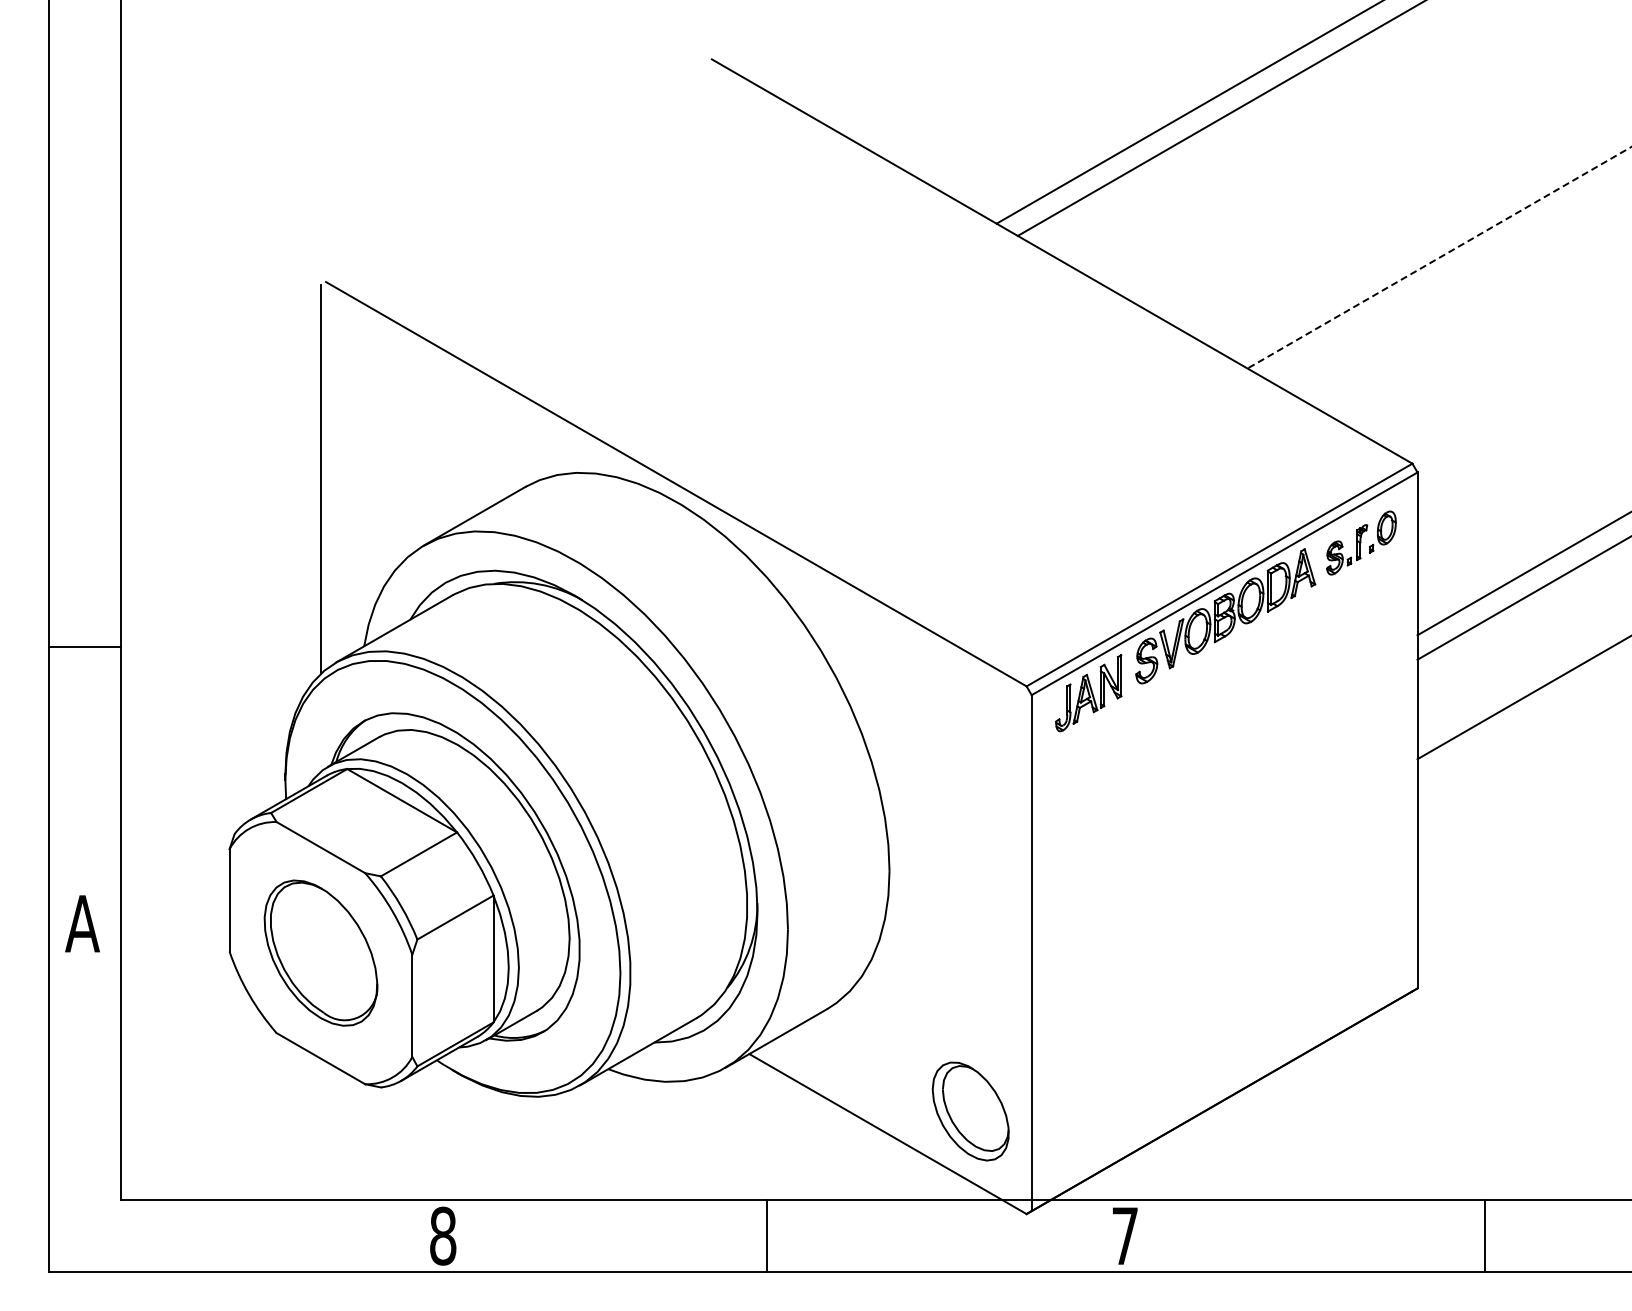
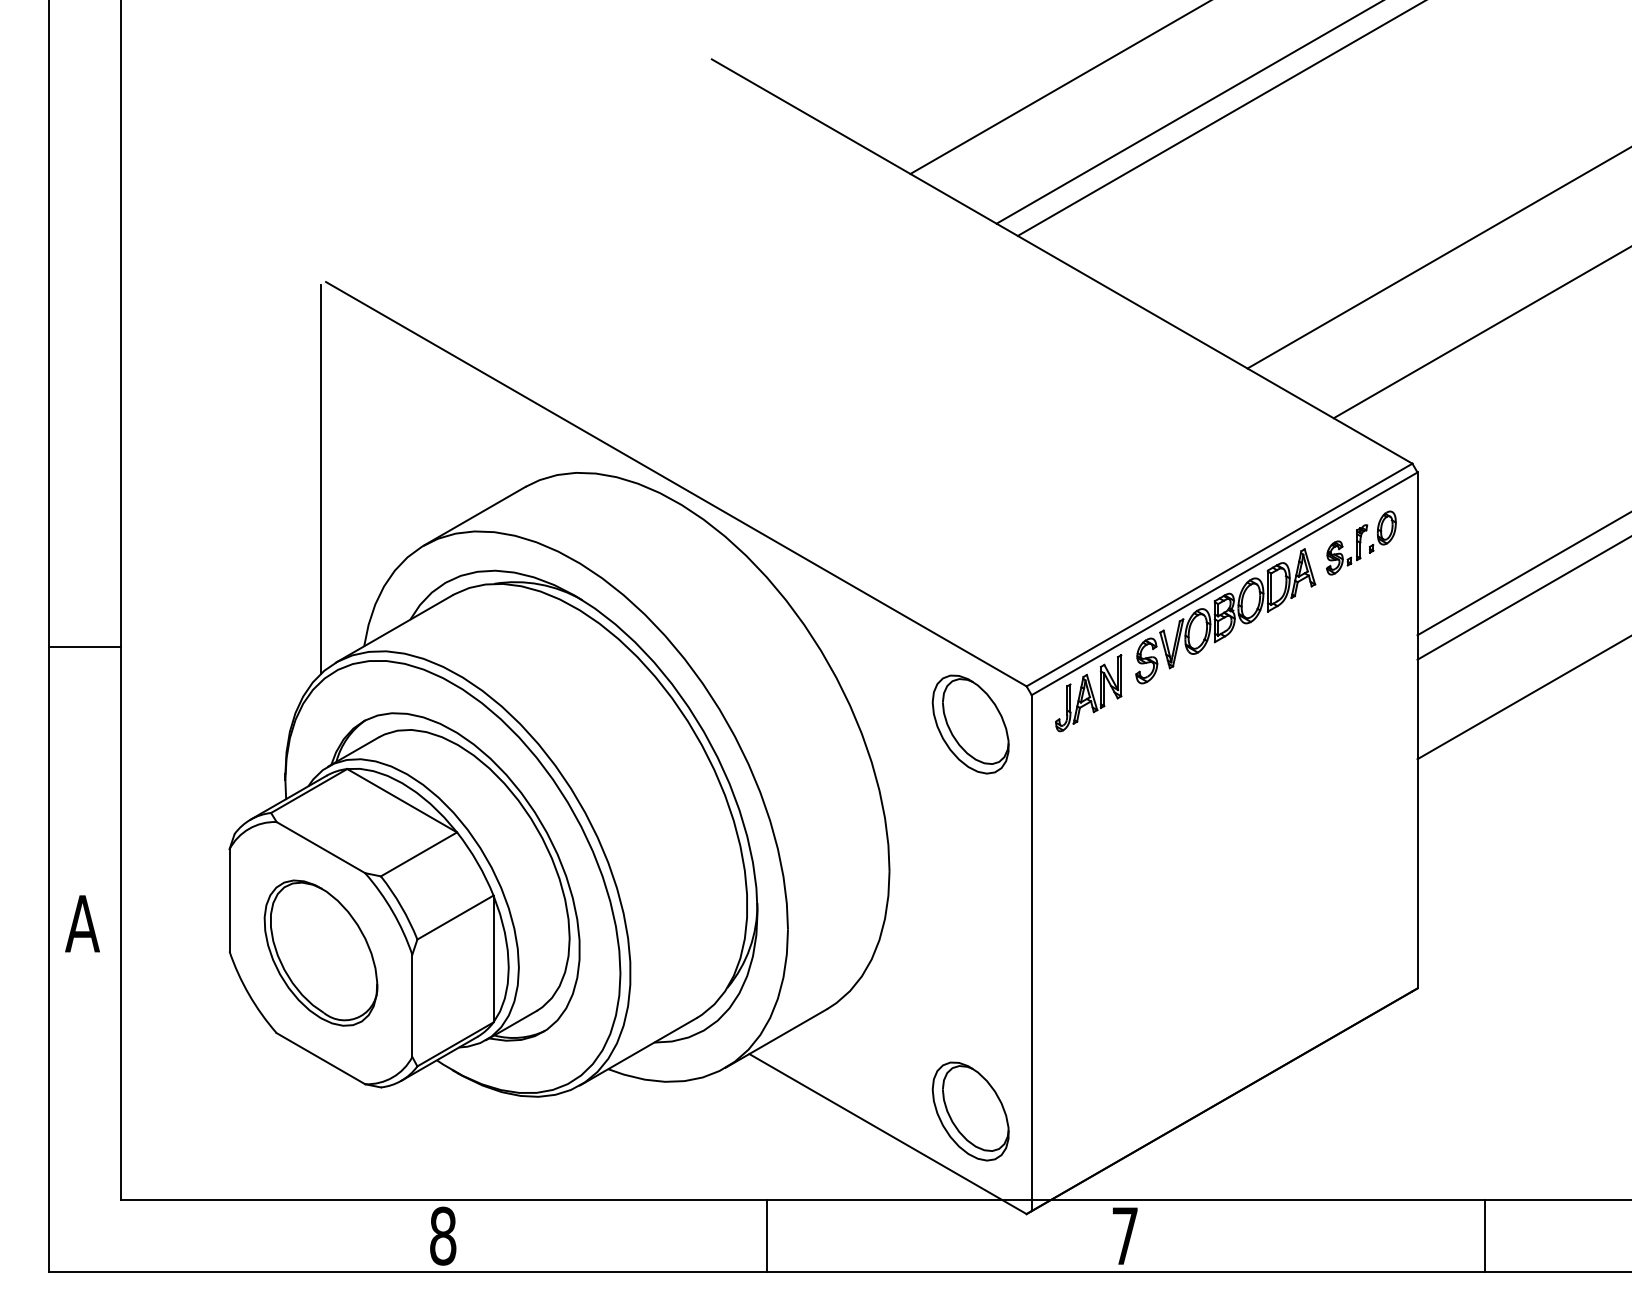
line at (1059, 87): none -> present
line at (1439, 257): dashed -> solid
line at (1480, 333): none -> present
part at (970, 724): none -> present
